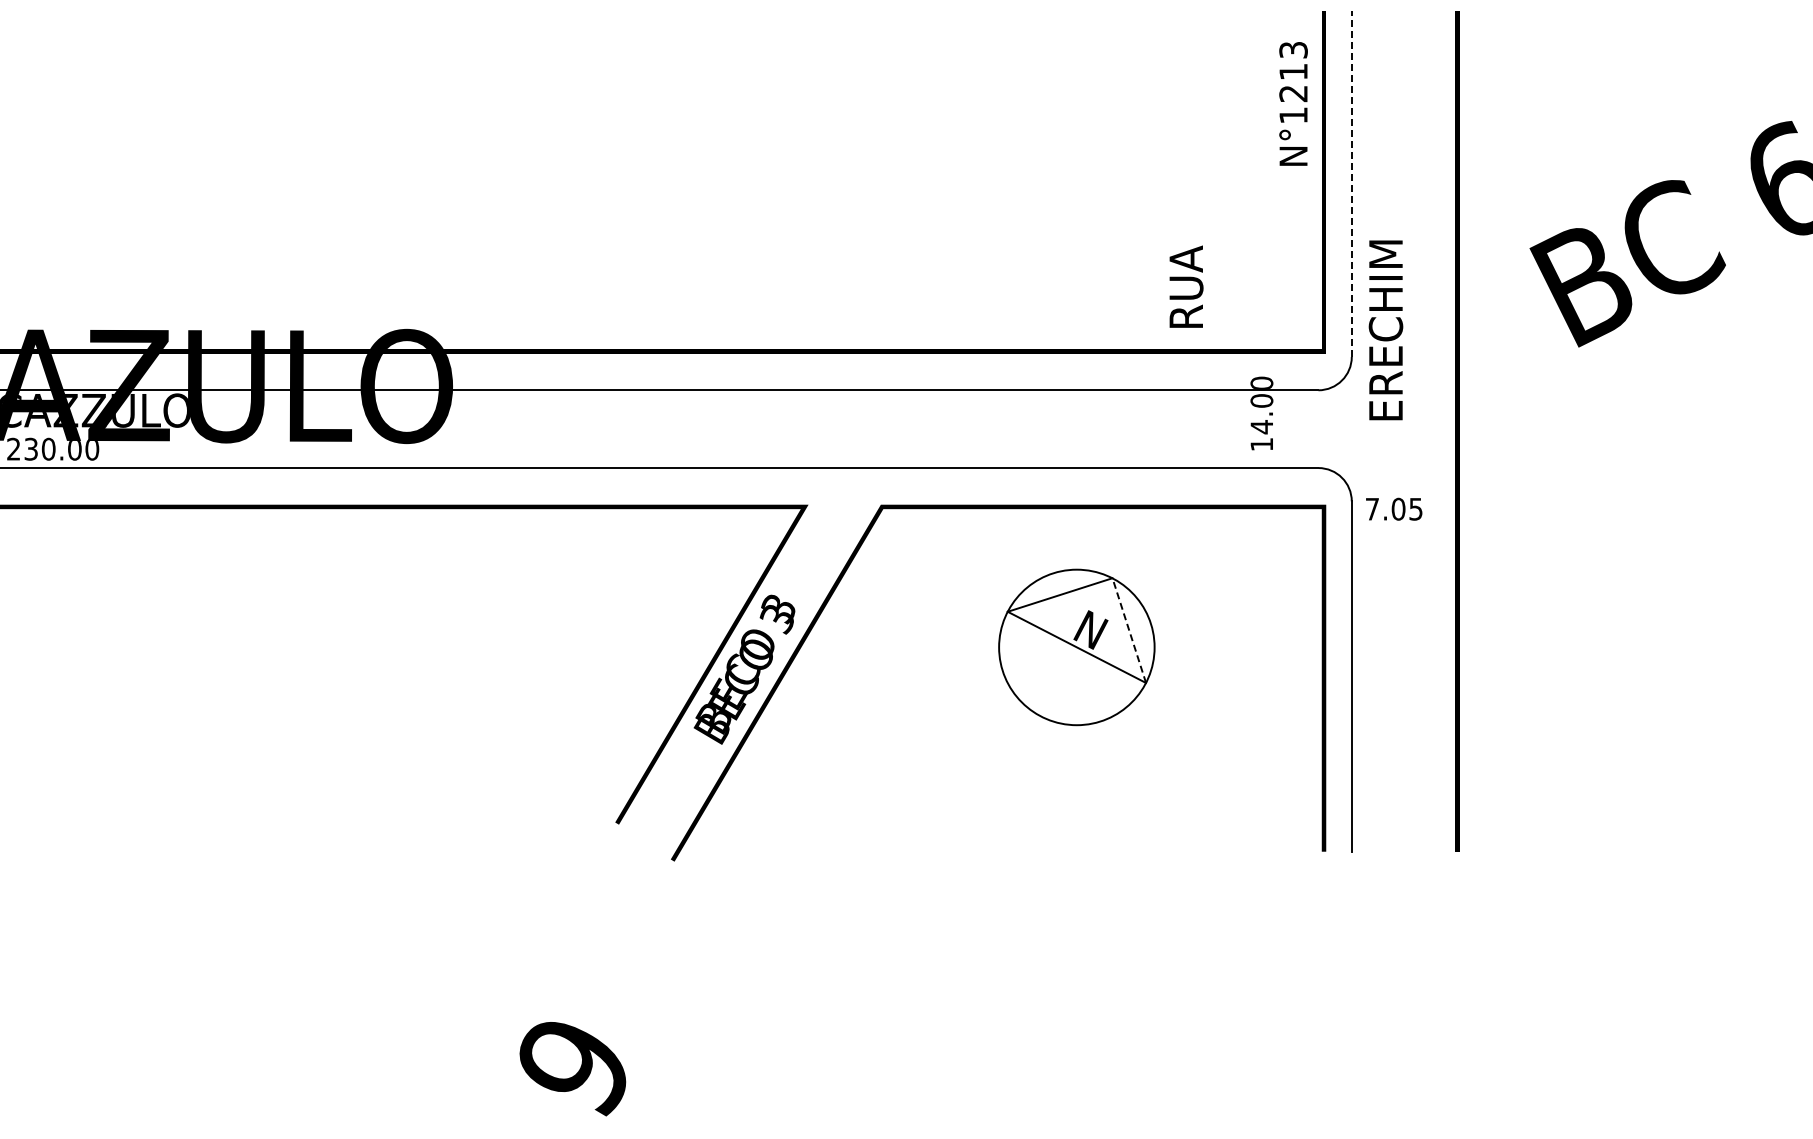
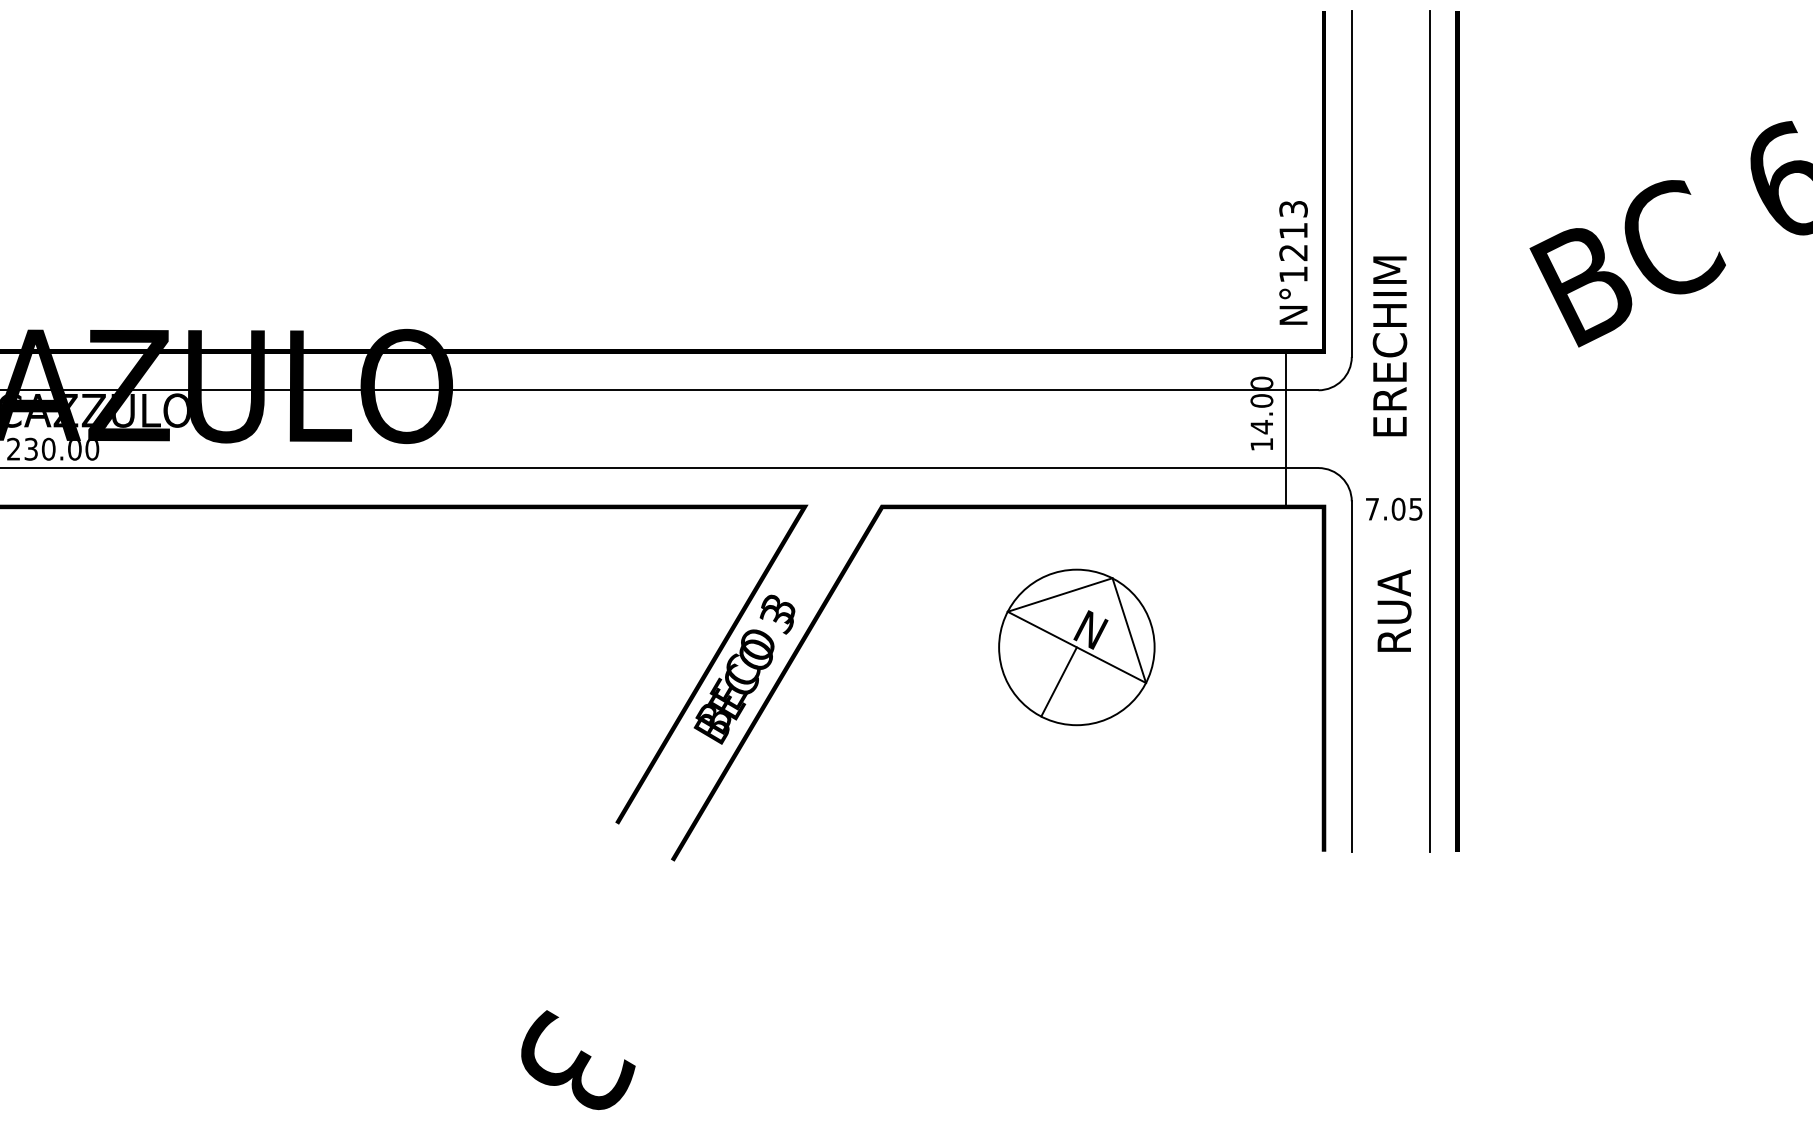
text at (1293, 103) position: (1293, 103) -> (1293, 262)
line at (1351, 184): dashed -> solid
text at (1186, 286) position: (1186, 286) -> (1394, 610)
text at (1385, 330) position: (1385, 330) -> (1389, 346)
line at (1285, 428): none -> present
line at (1429, 431): none -> present
line at (1129, 630): dashed -> solid
line at (1058, 681): none -> present
text at (577, 1063): 6 -> 3
